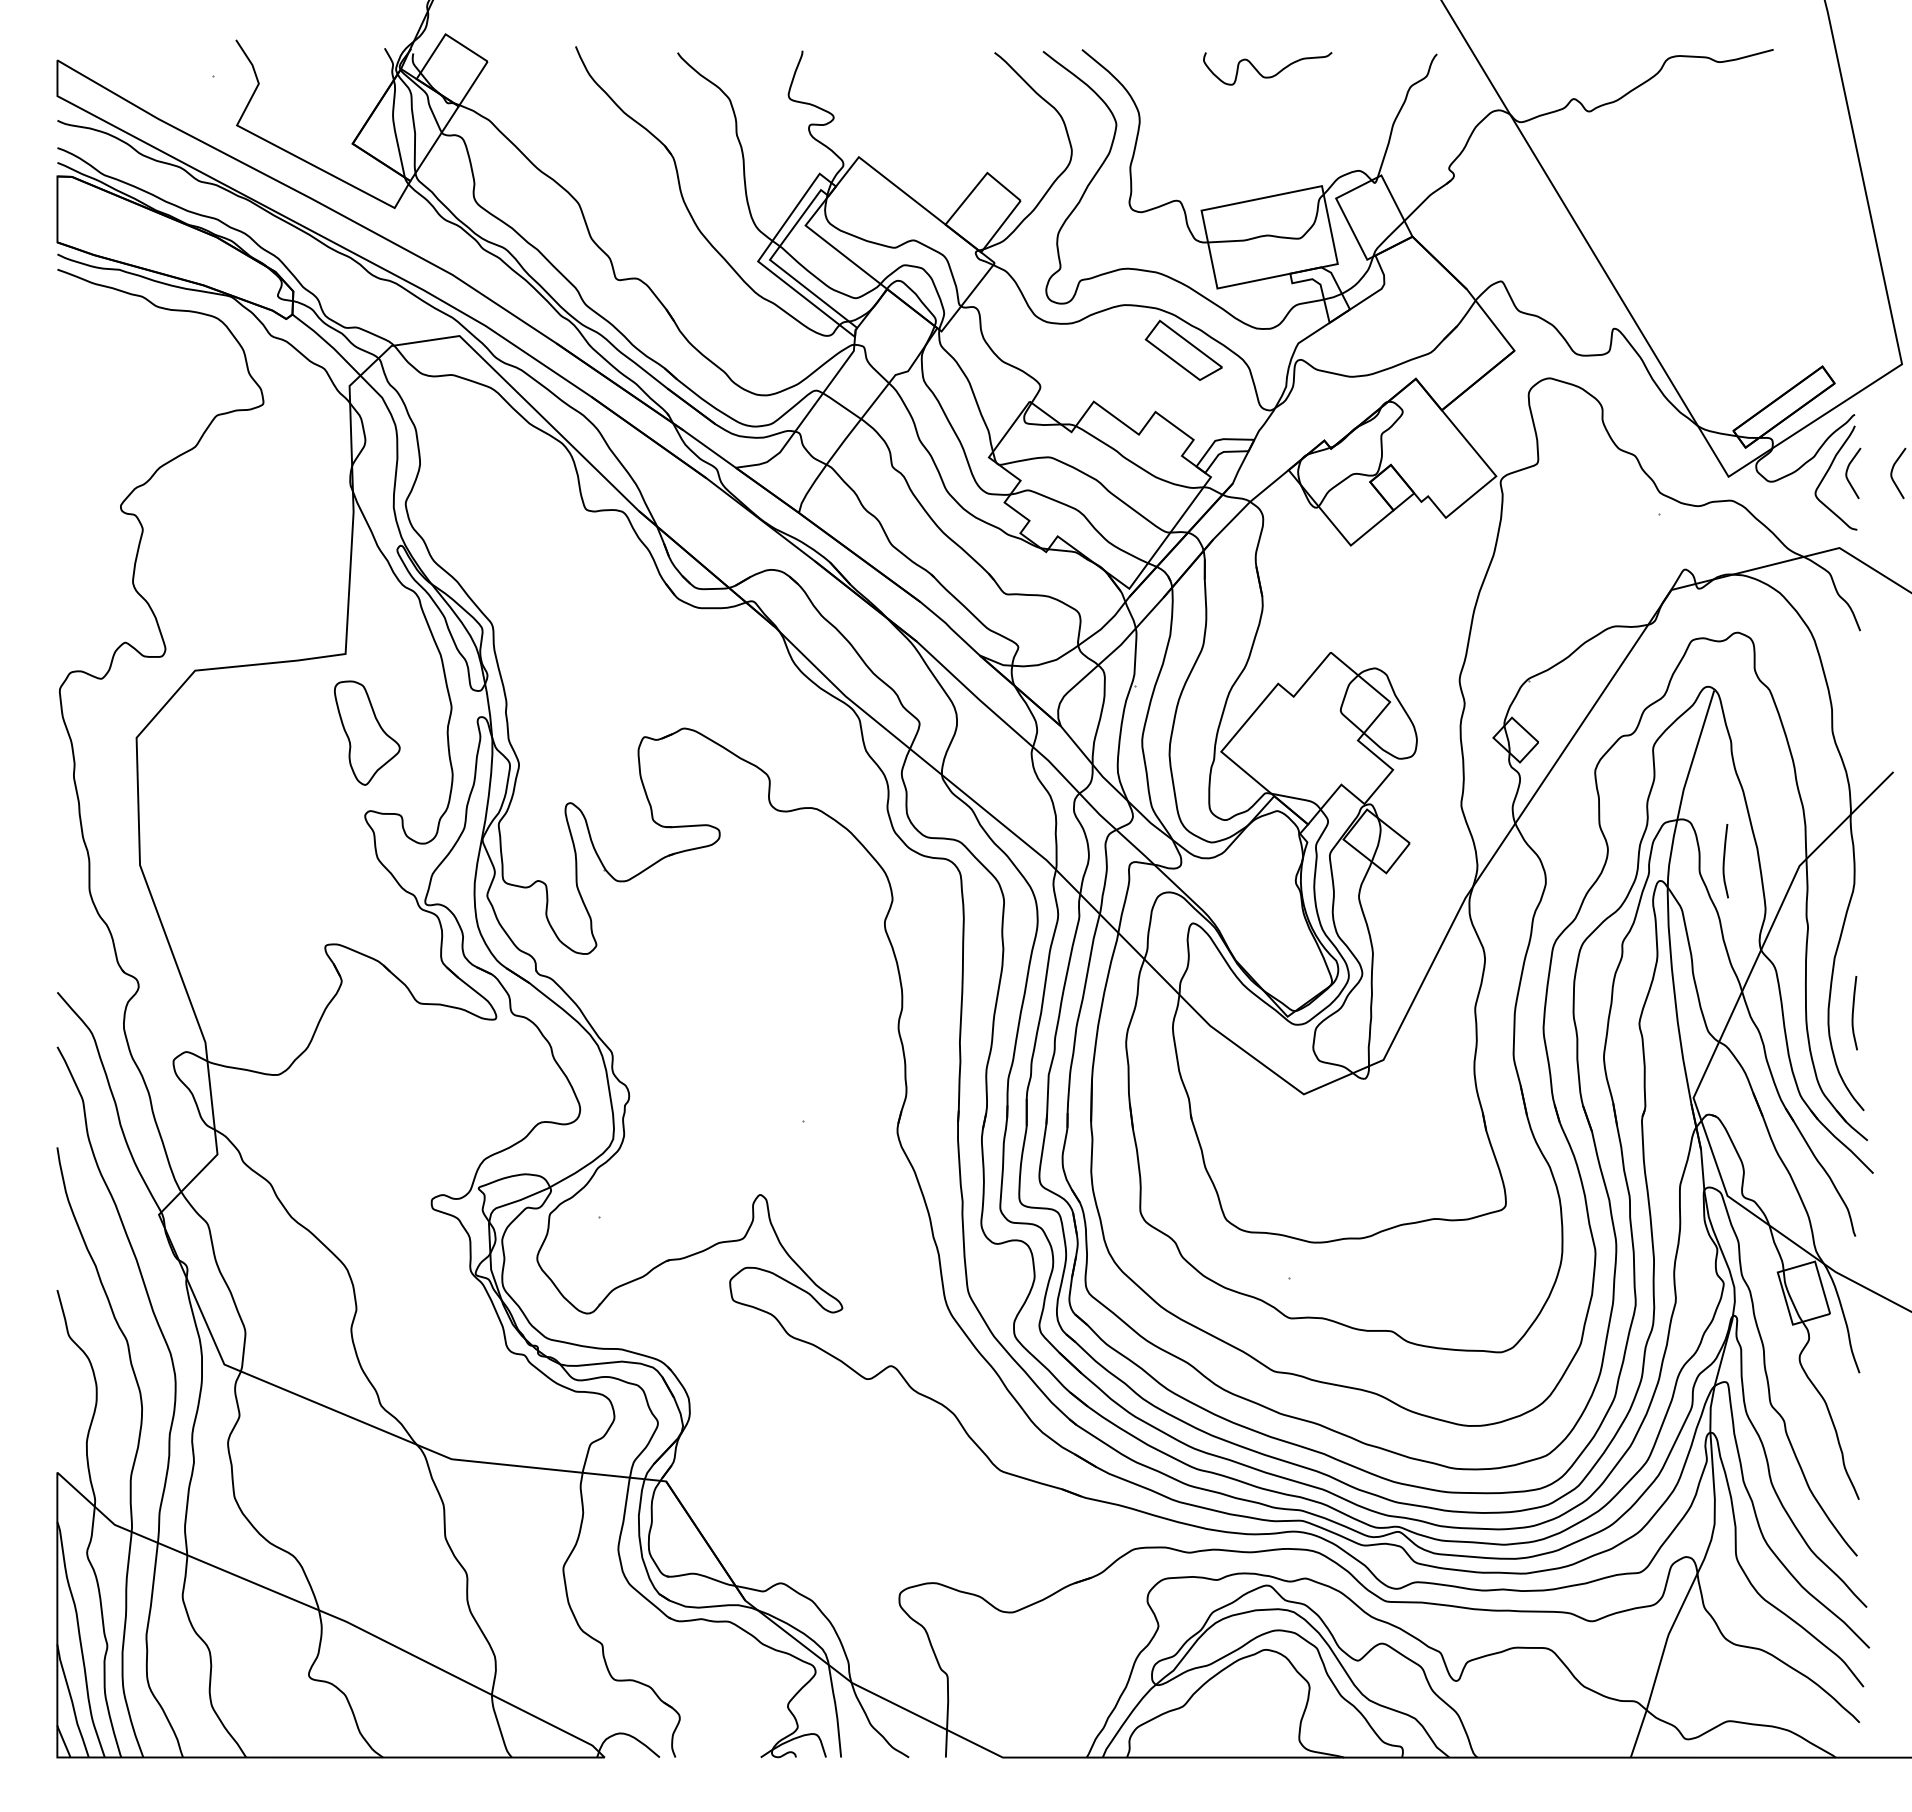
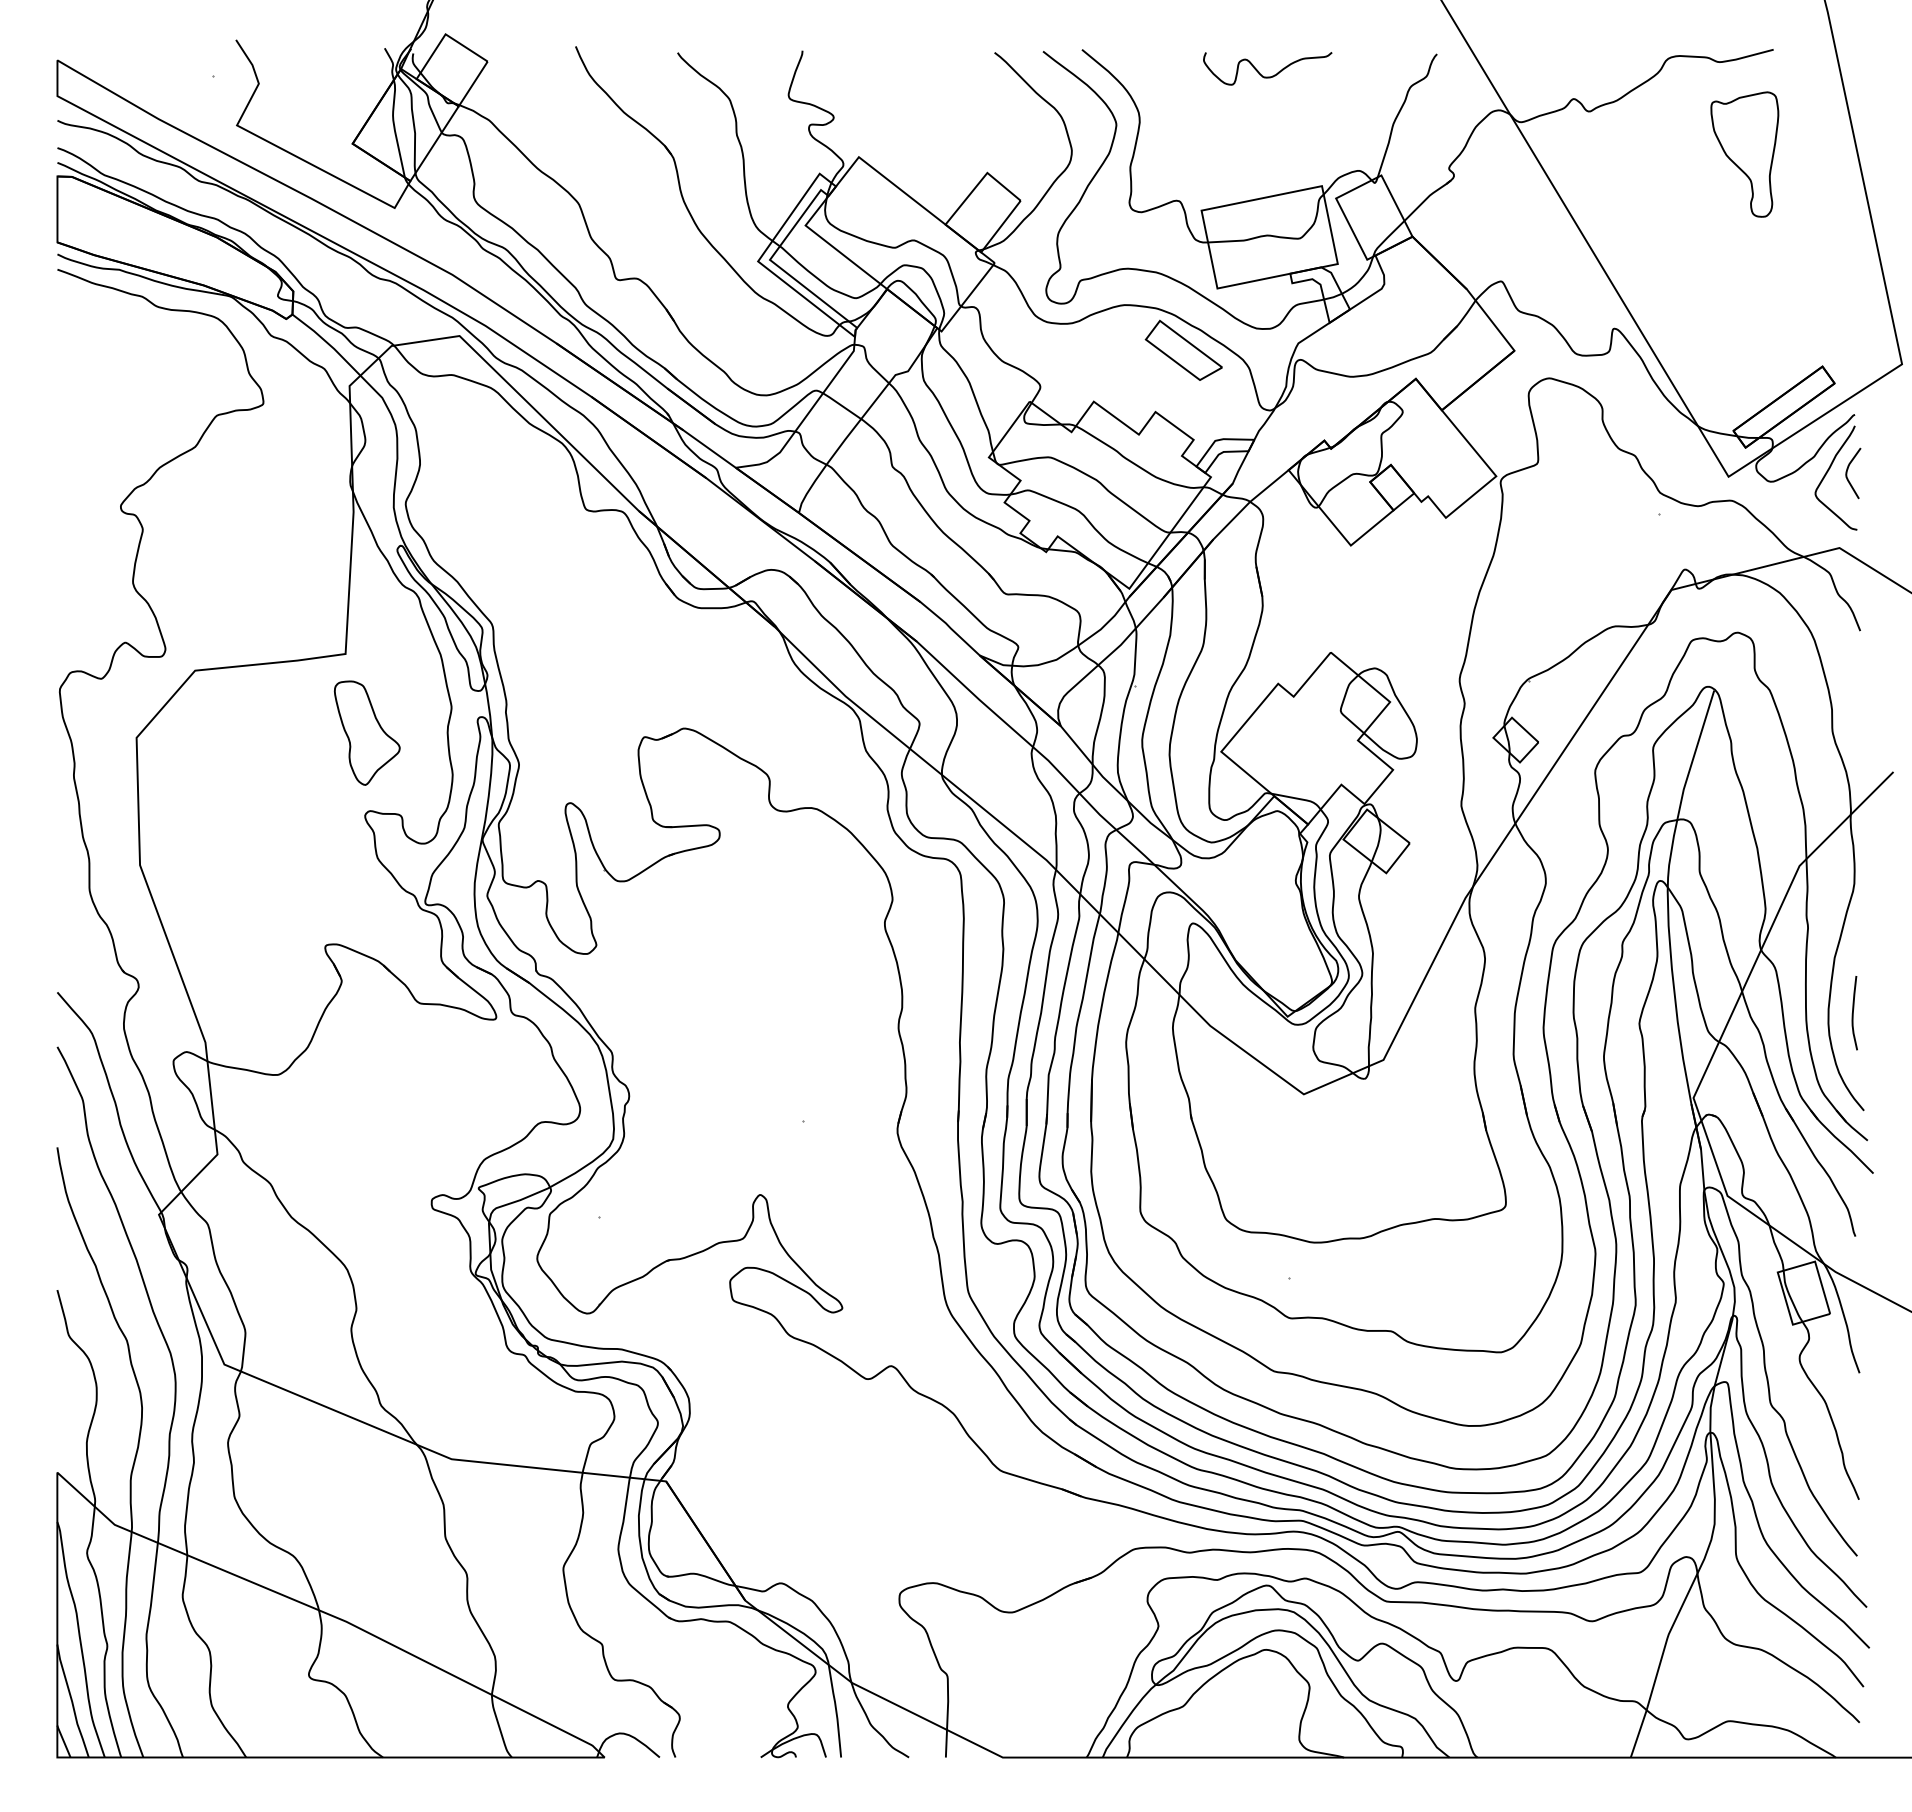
part at (1744, 154): none -> present
curve at (1892, 473): present -> none
curve at (1724, 861): present -> none
